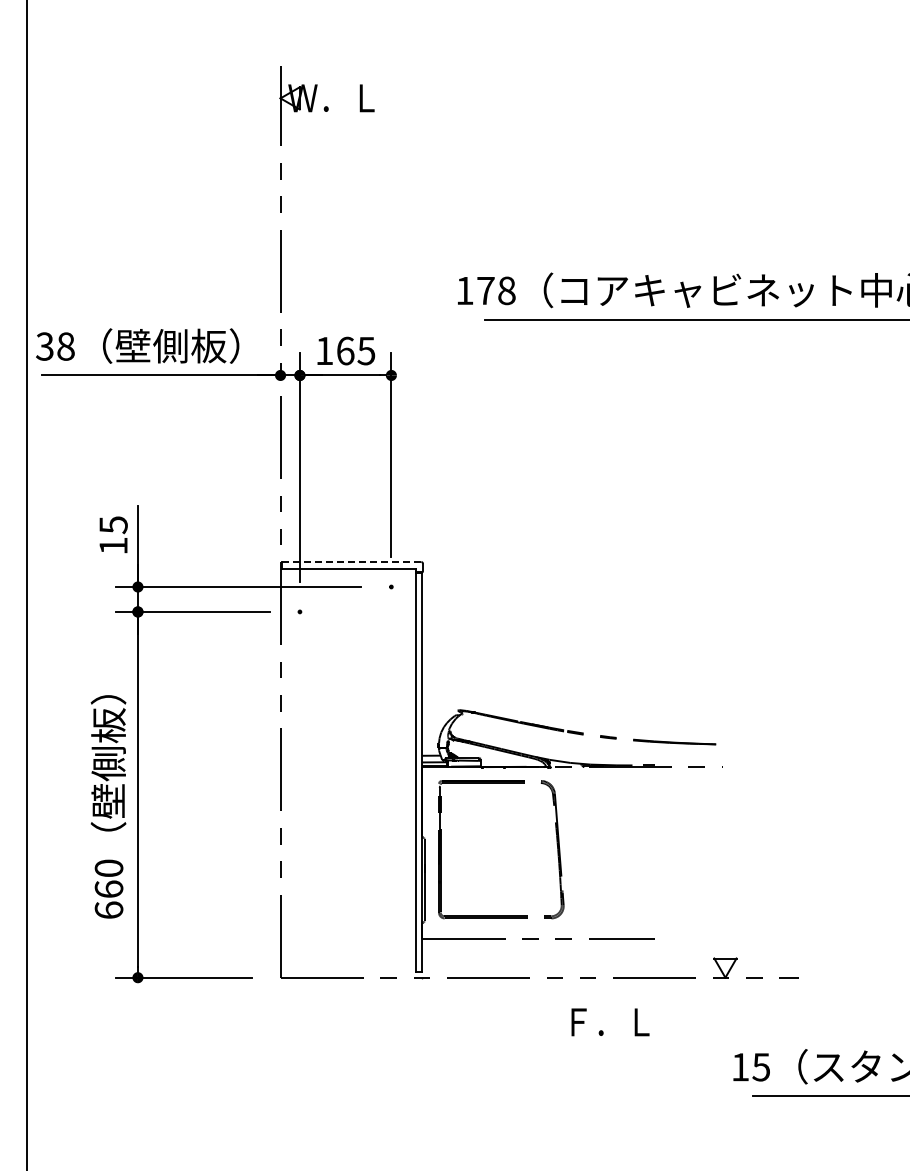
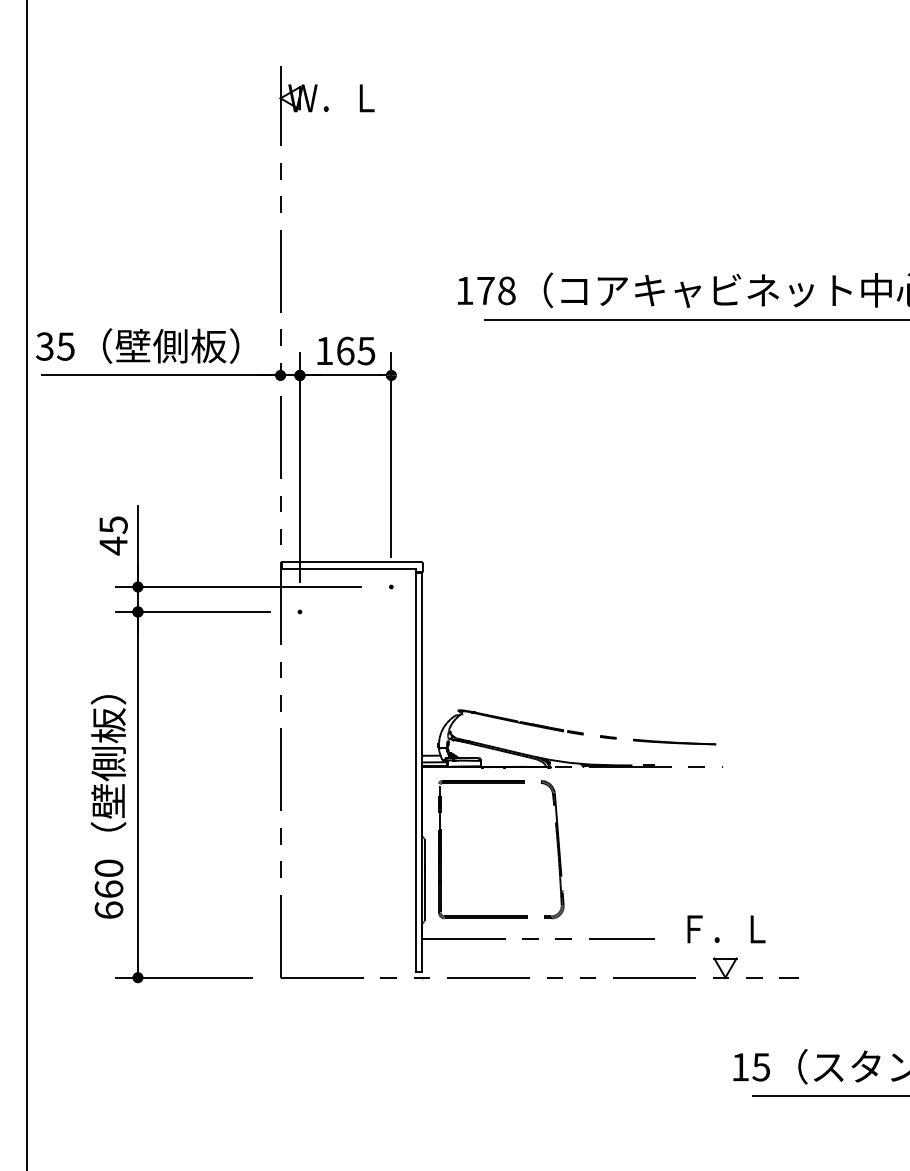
text at (65, 346): 38 -> 35
text at (113, 545): 15 -> 45
line at (351, 562): dashed -> solid
text at (610, 1022) position: (610, 1022) -> (726, 929)
